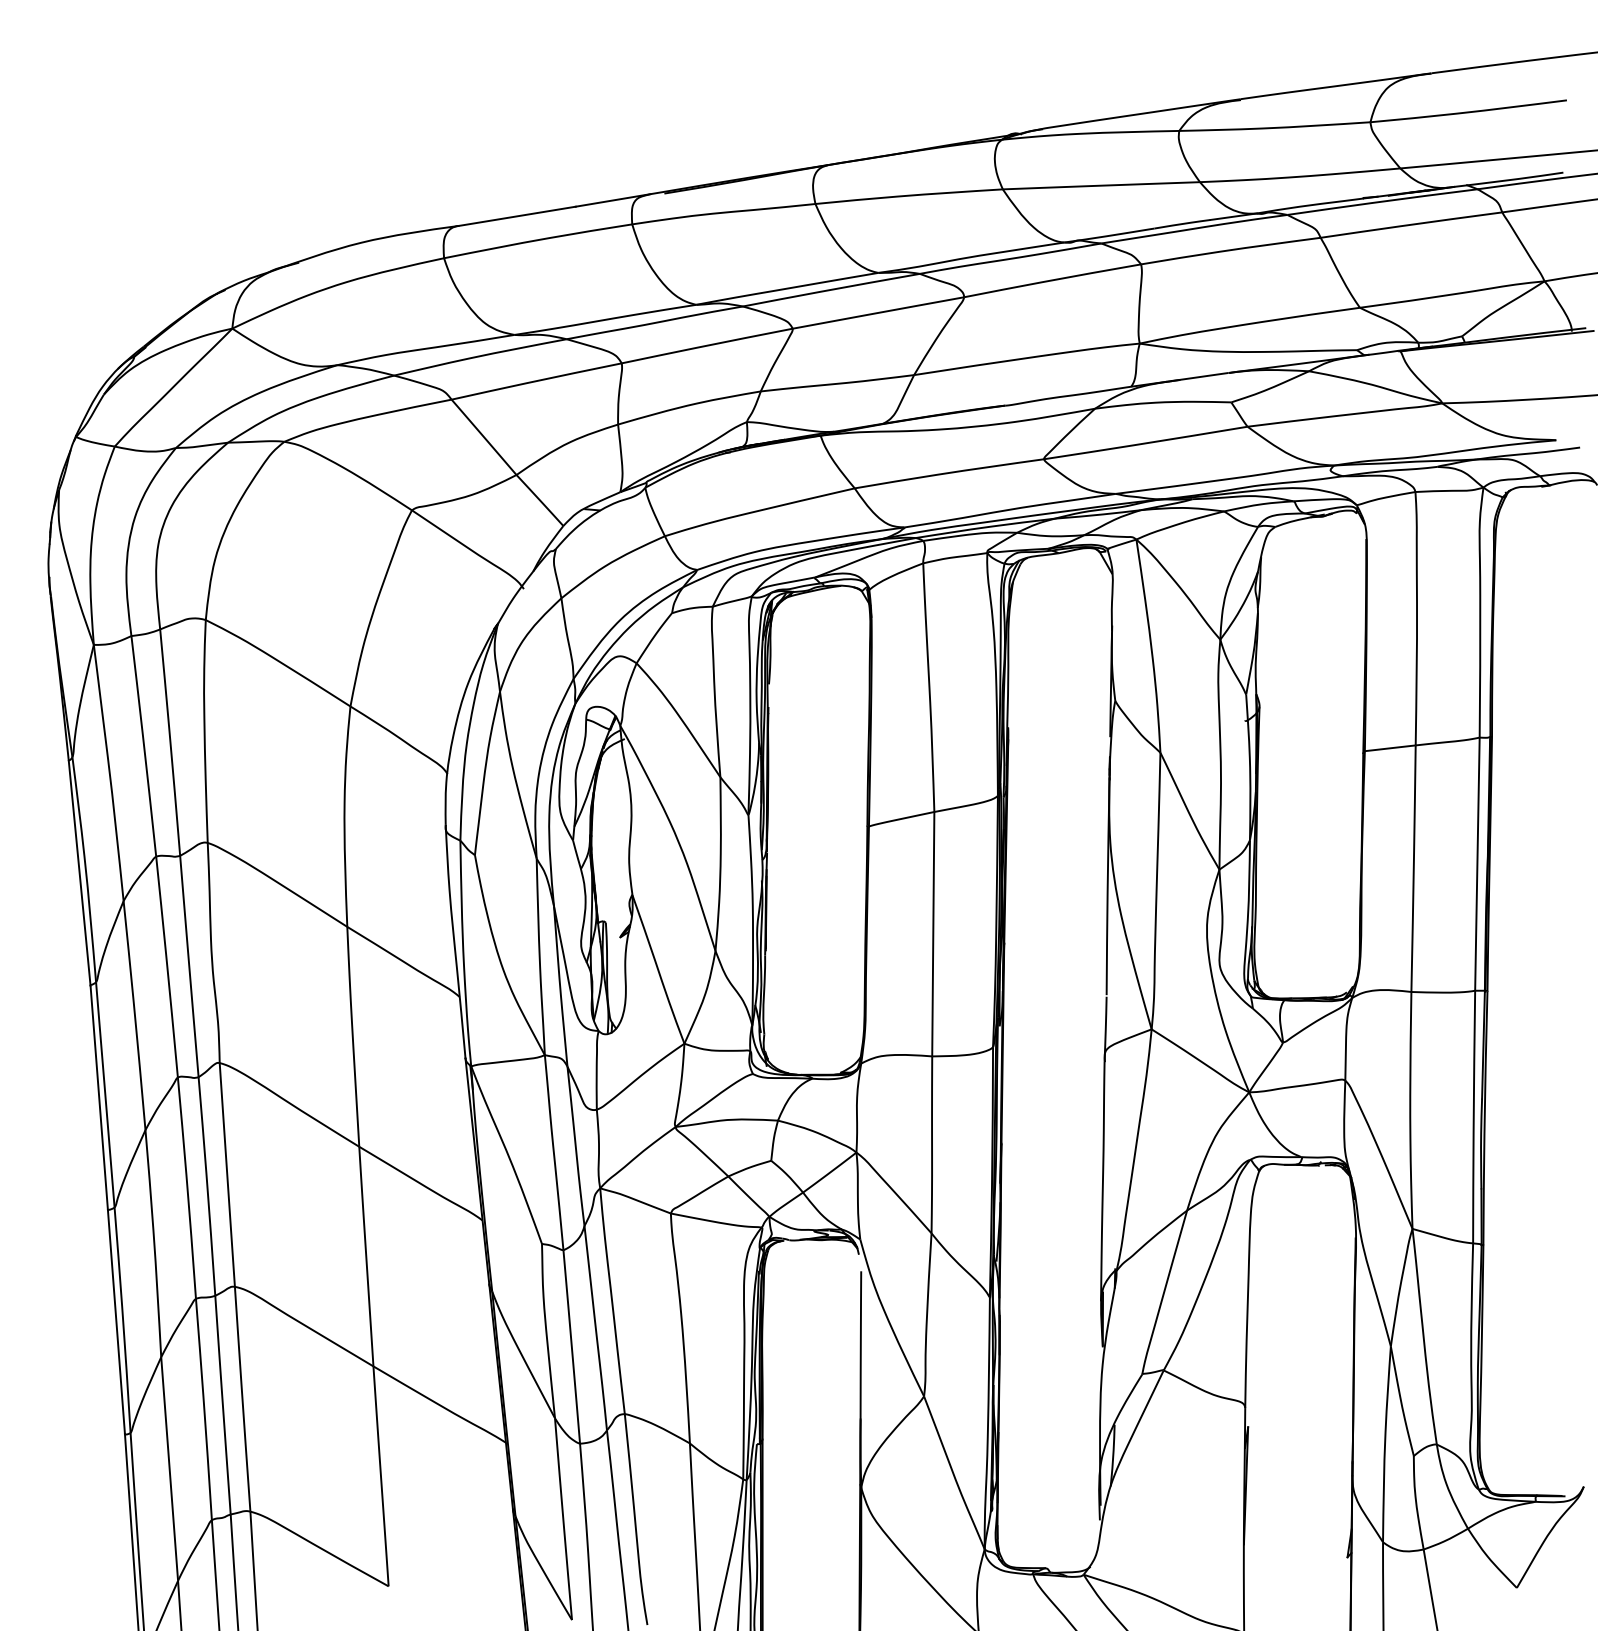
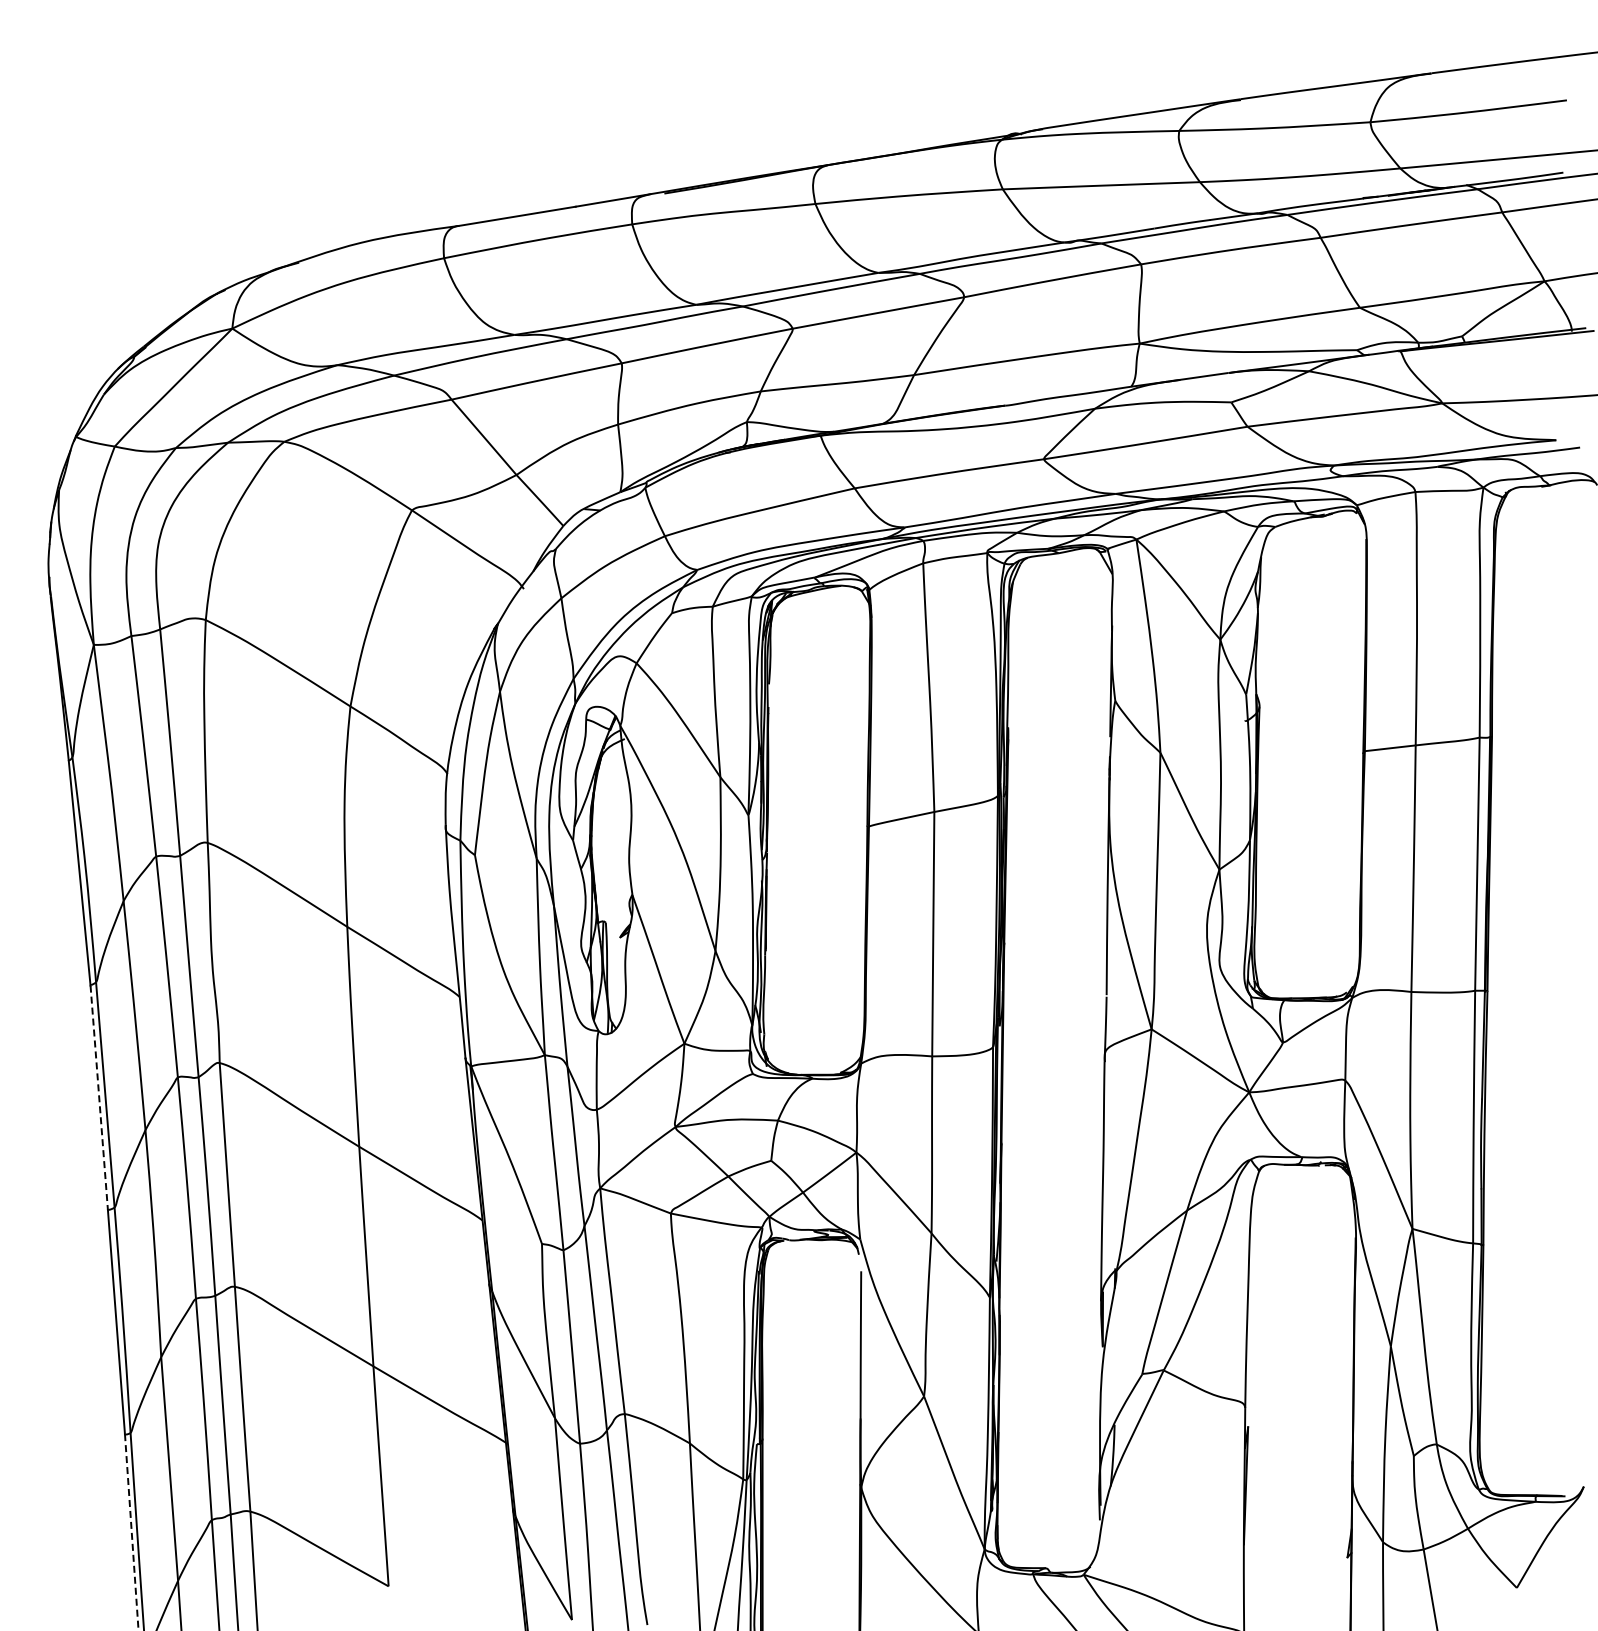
line at (99, 1097): solid -> dashed
line at (131, 1532): solid -> dashed
